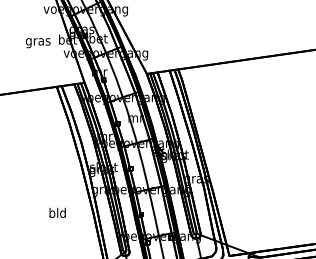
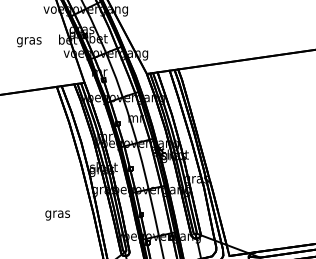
text at (38, 43) position: (38, 43) -> (29, 42)
text at (57, 213): bld -> gras
